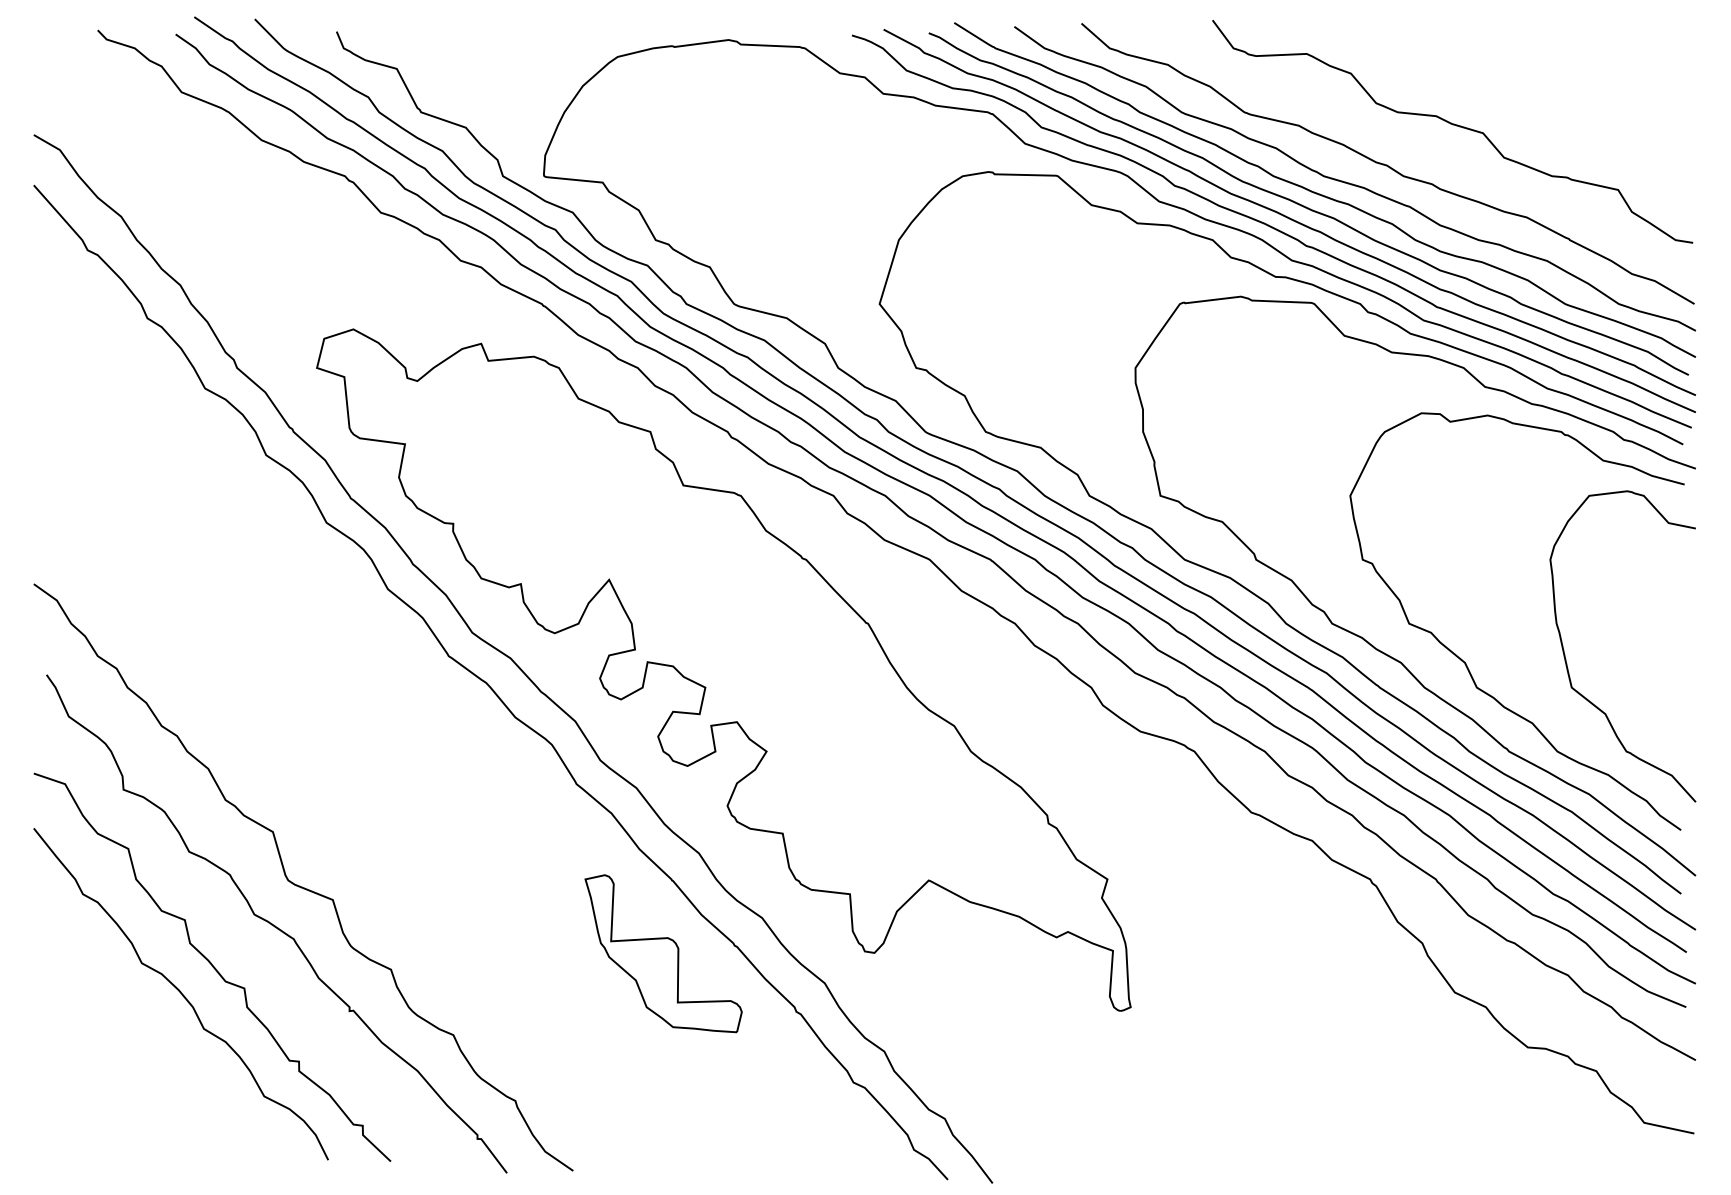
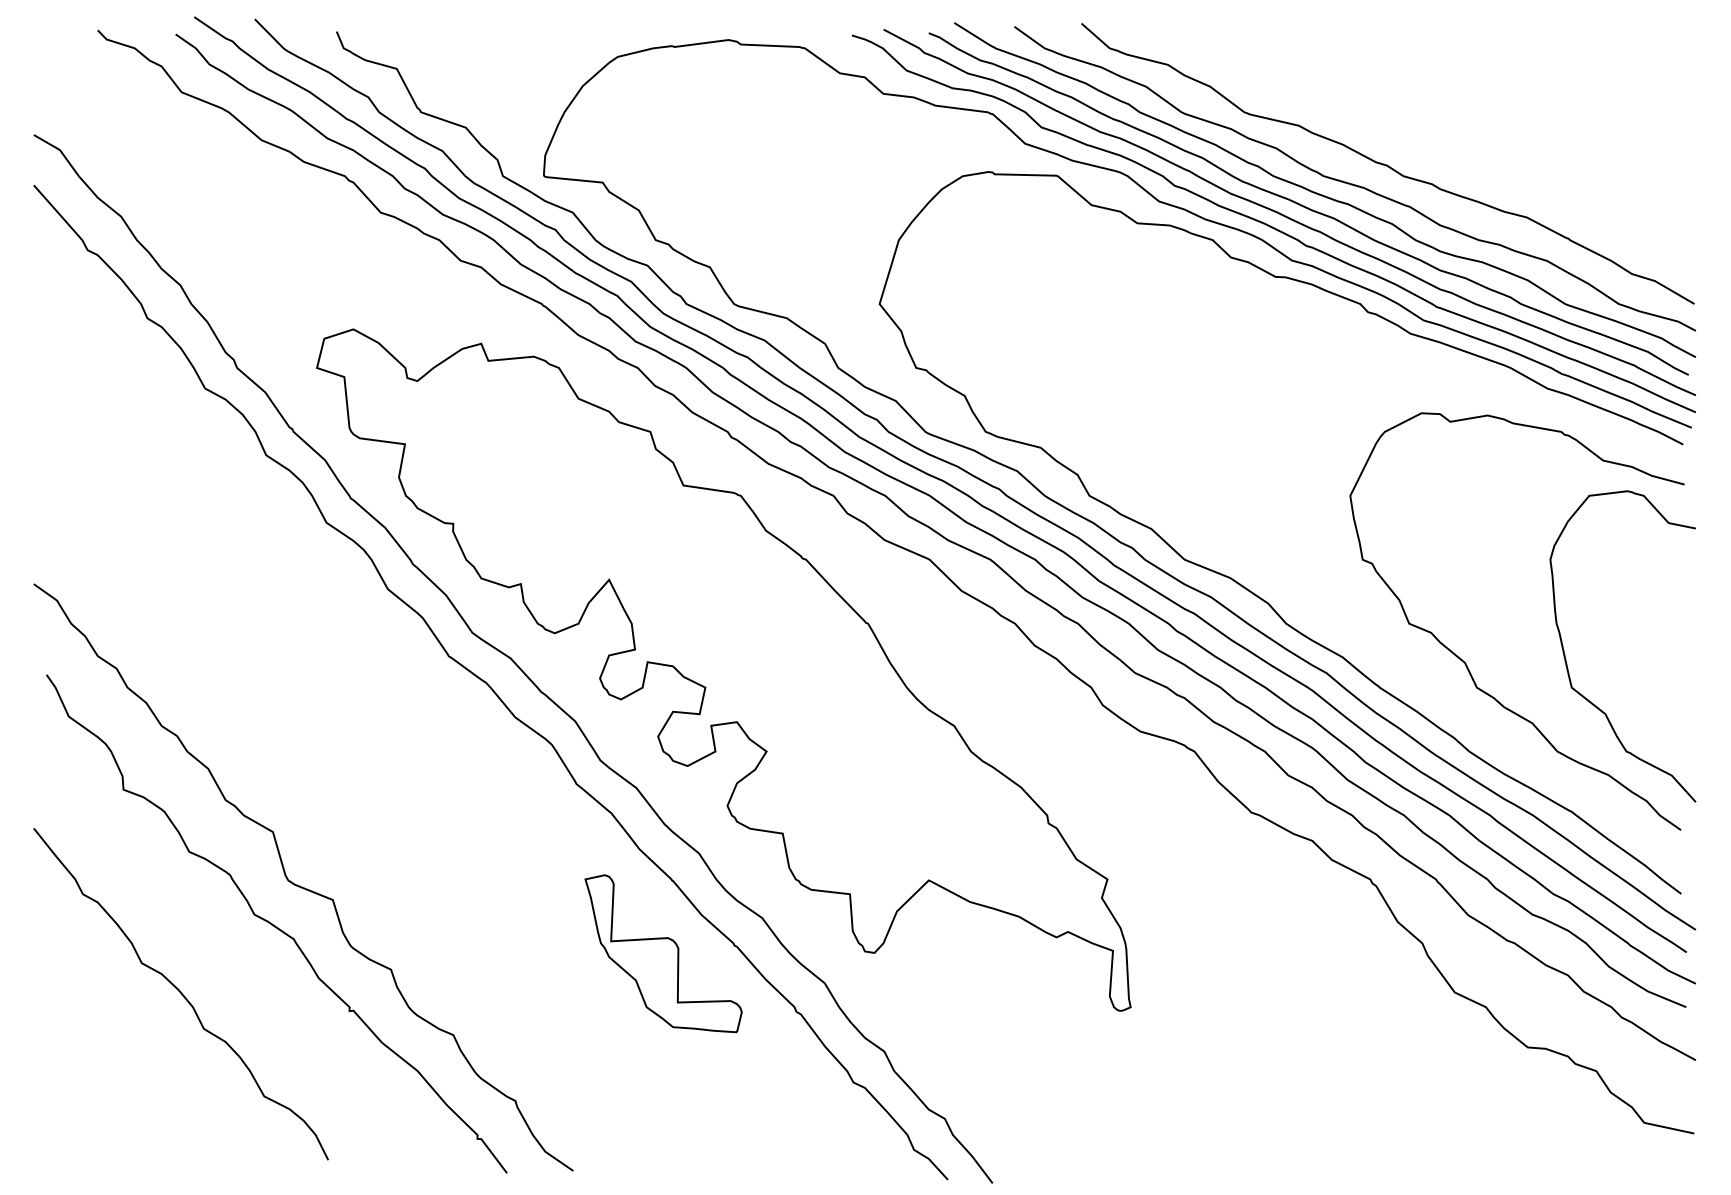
curve at (1452, 125): present -> none
curve at (1367, 640): present -> none
curve at (212, 966): present -> none
